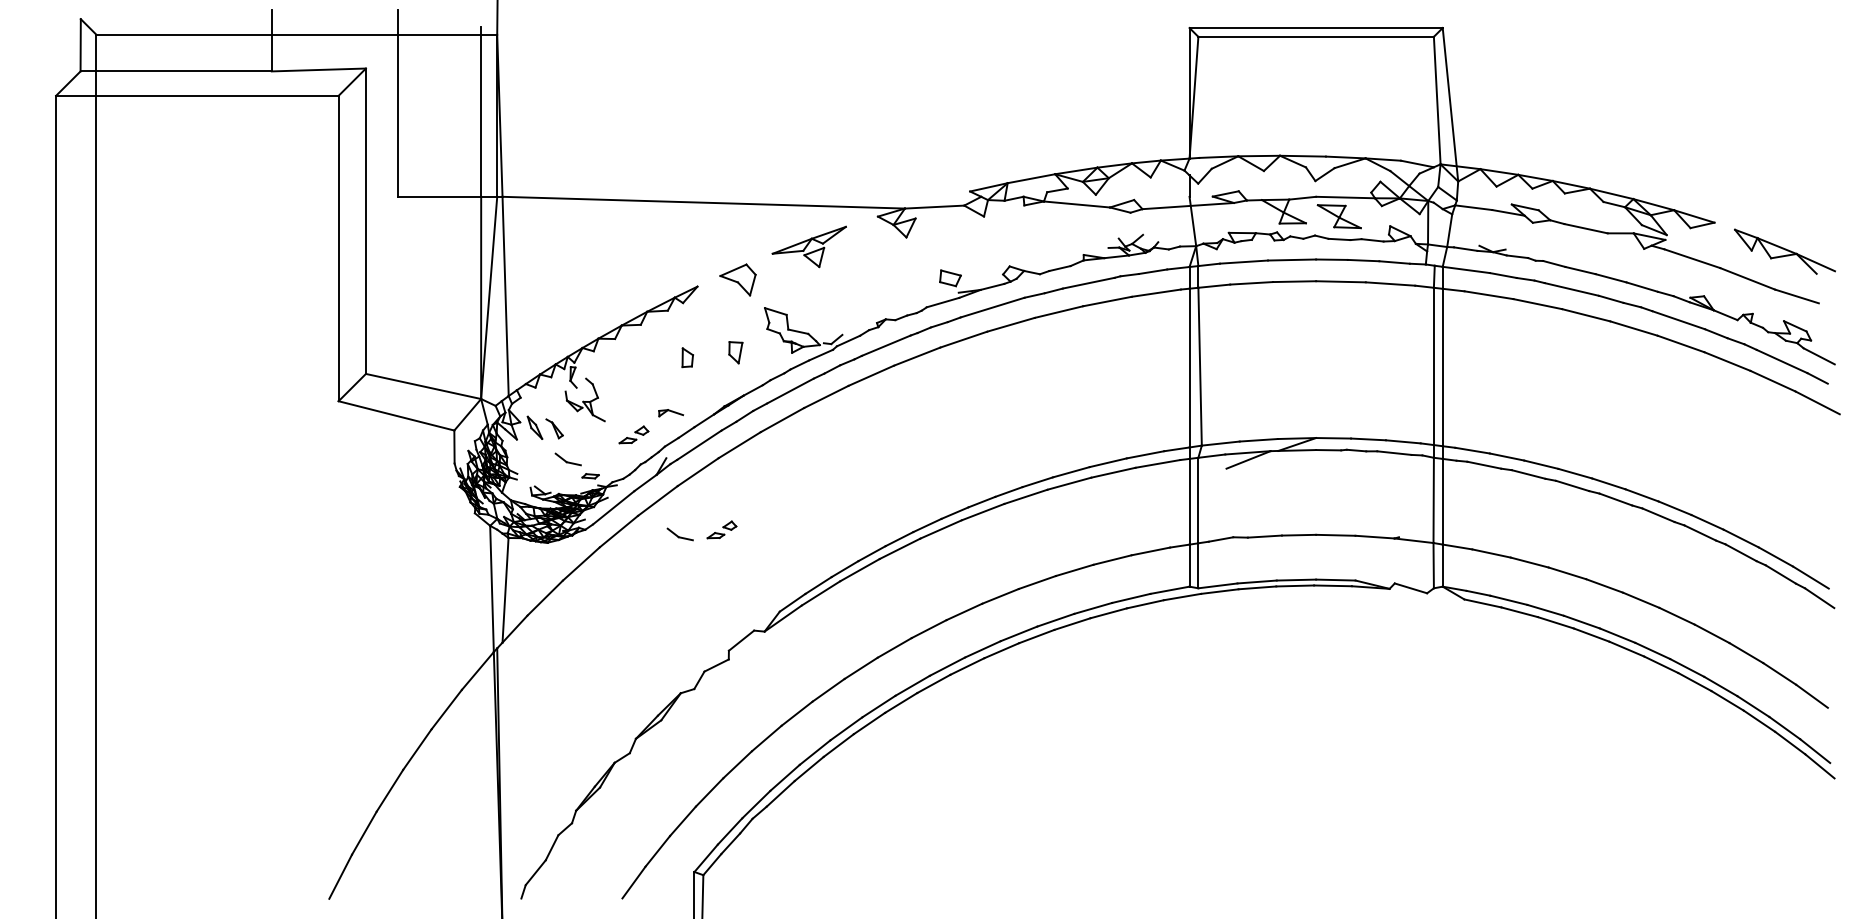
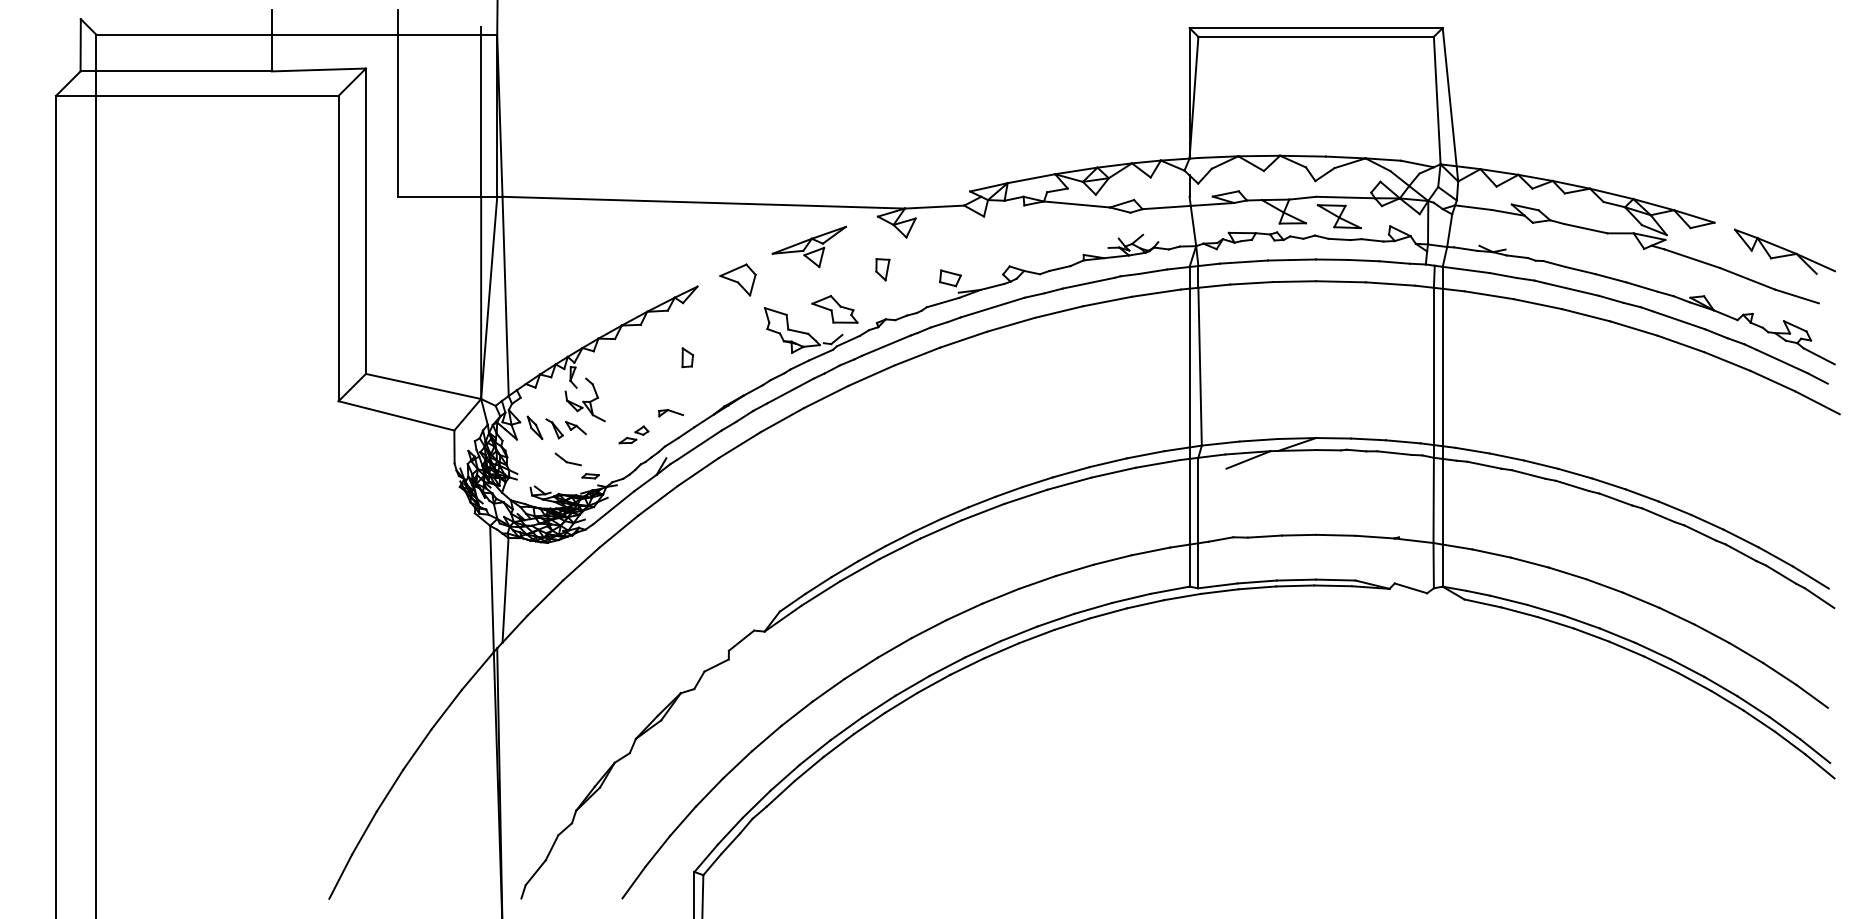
part at (834, 309): none -> present
part at (735, 352) position: (735, 352) -> (882, 269)
part at (575, 427): none -> present
part at (721, 529): present -> none
part at (679, 534): present -> none
